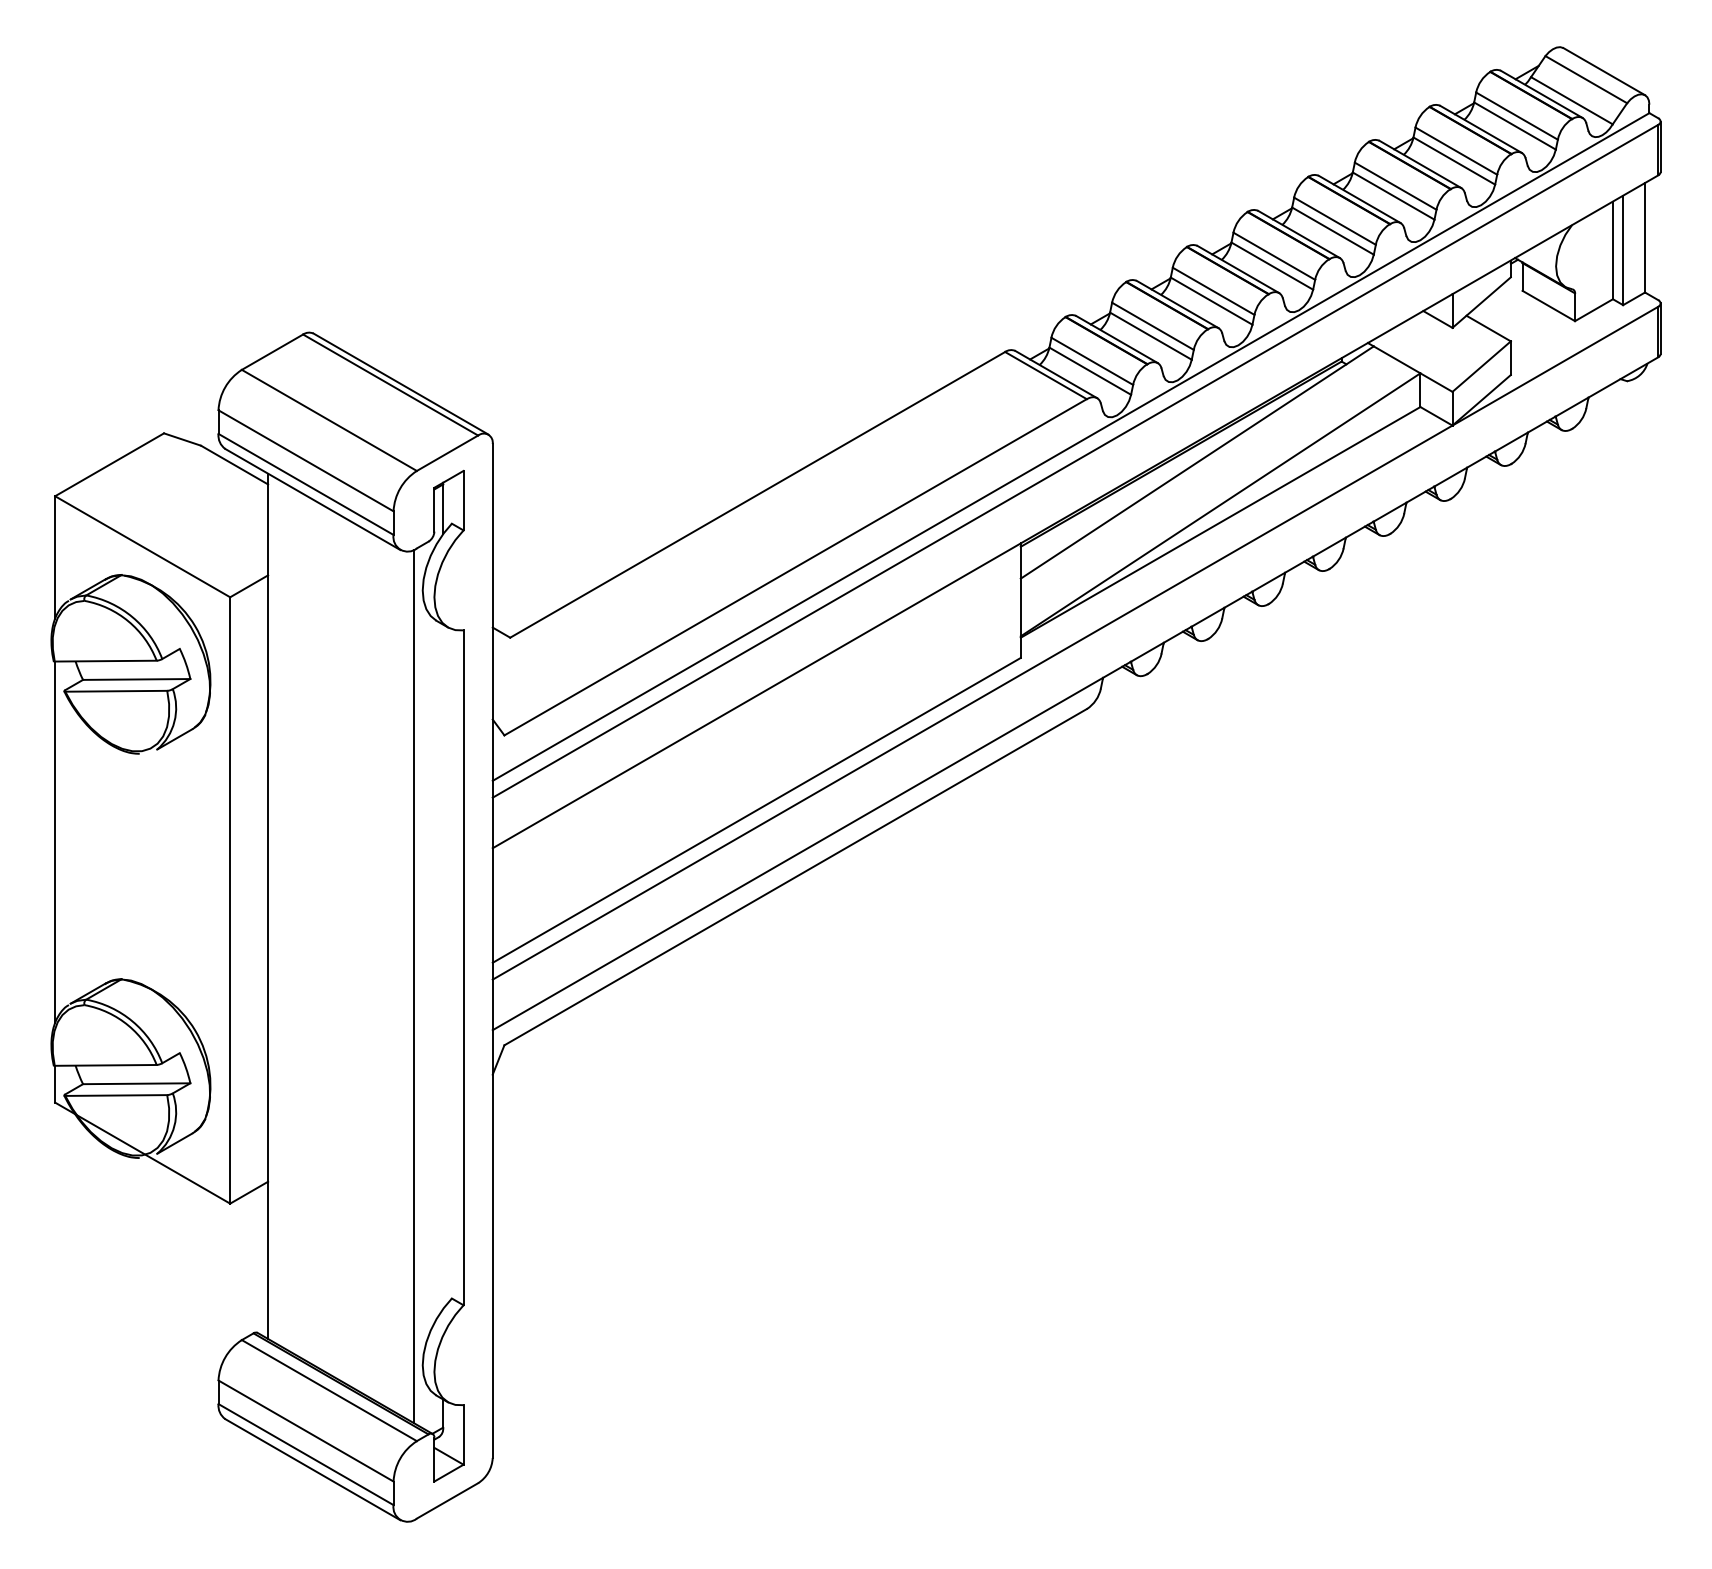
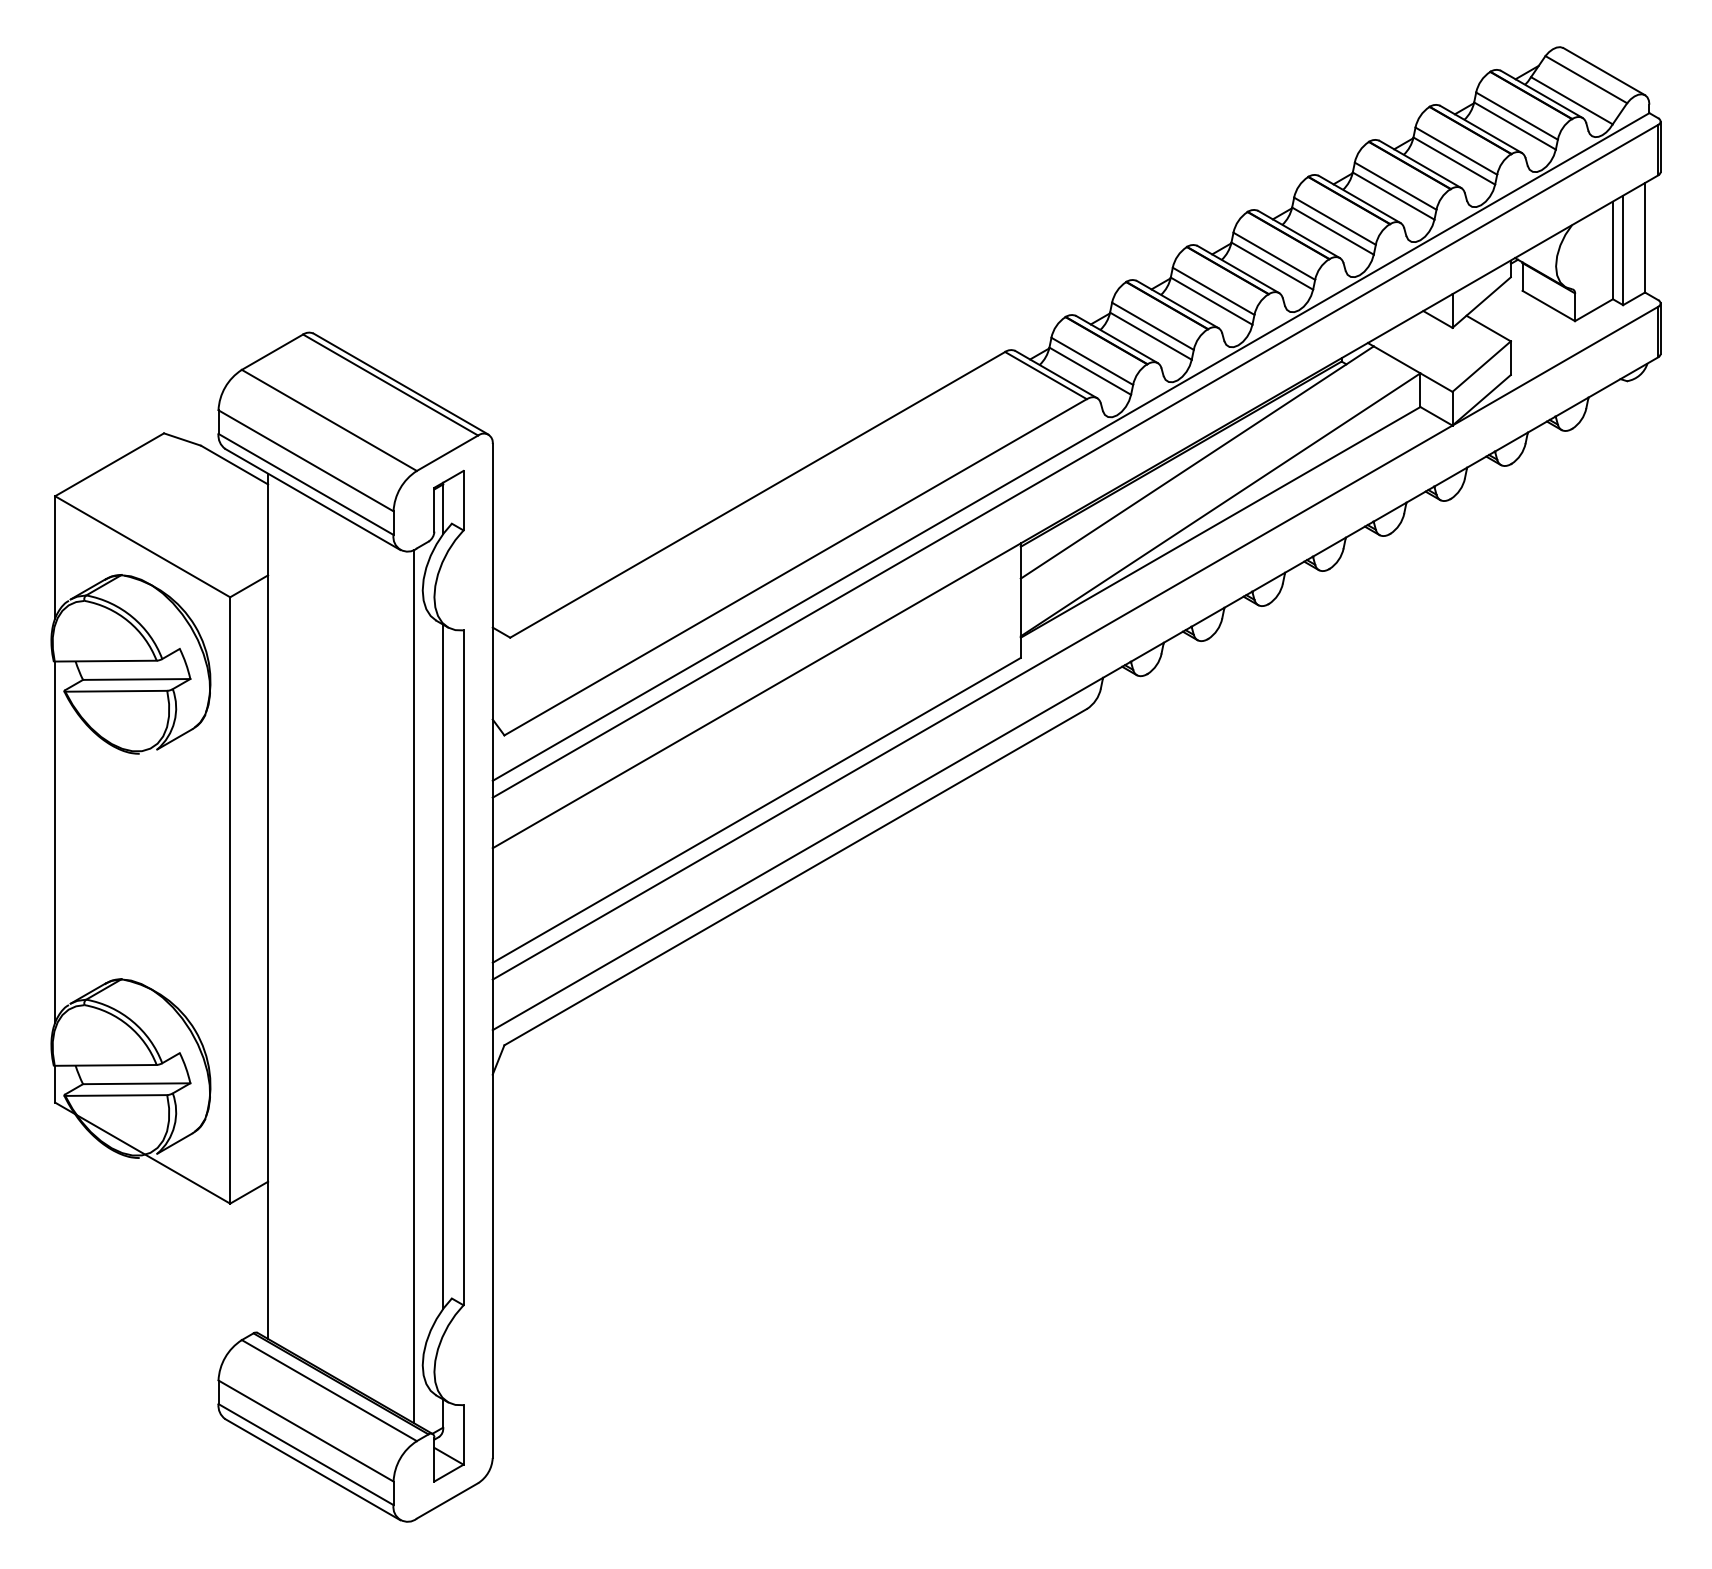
line at (443, 966): none -> present
